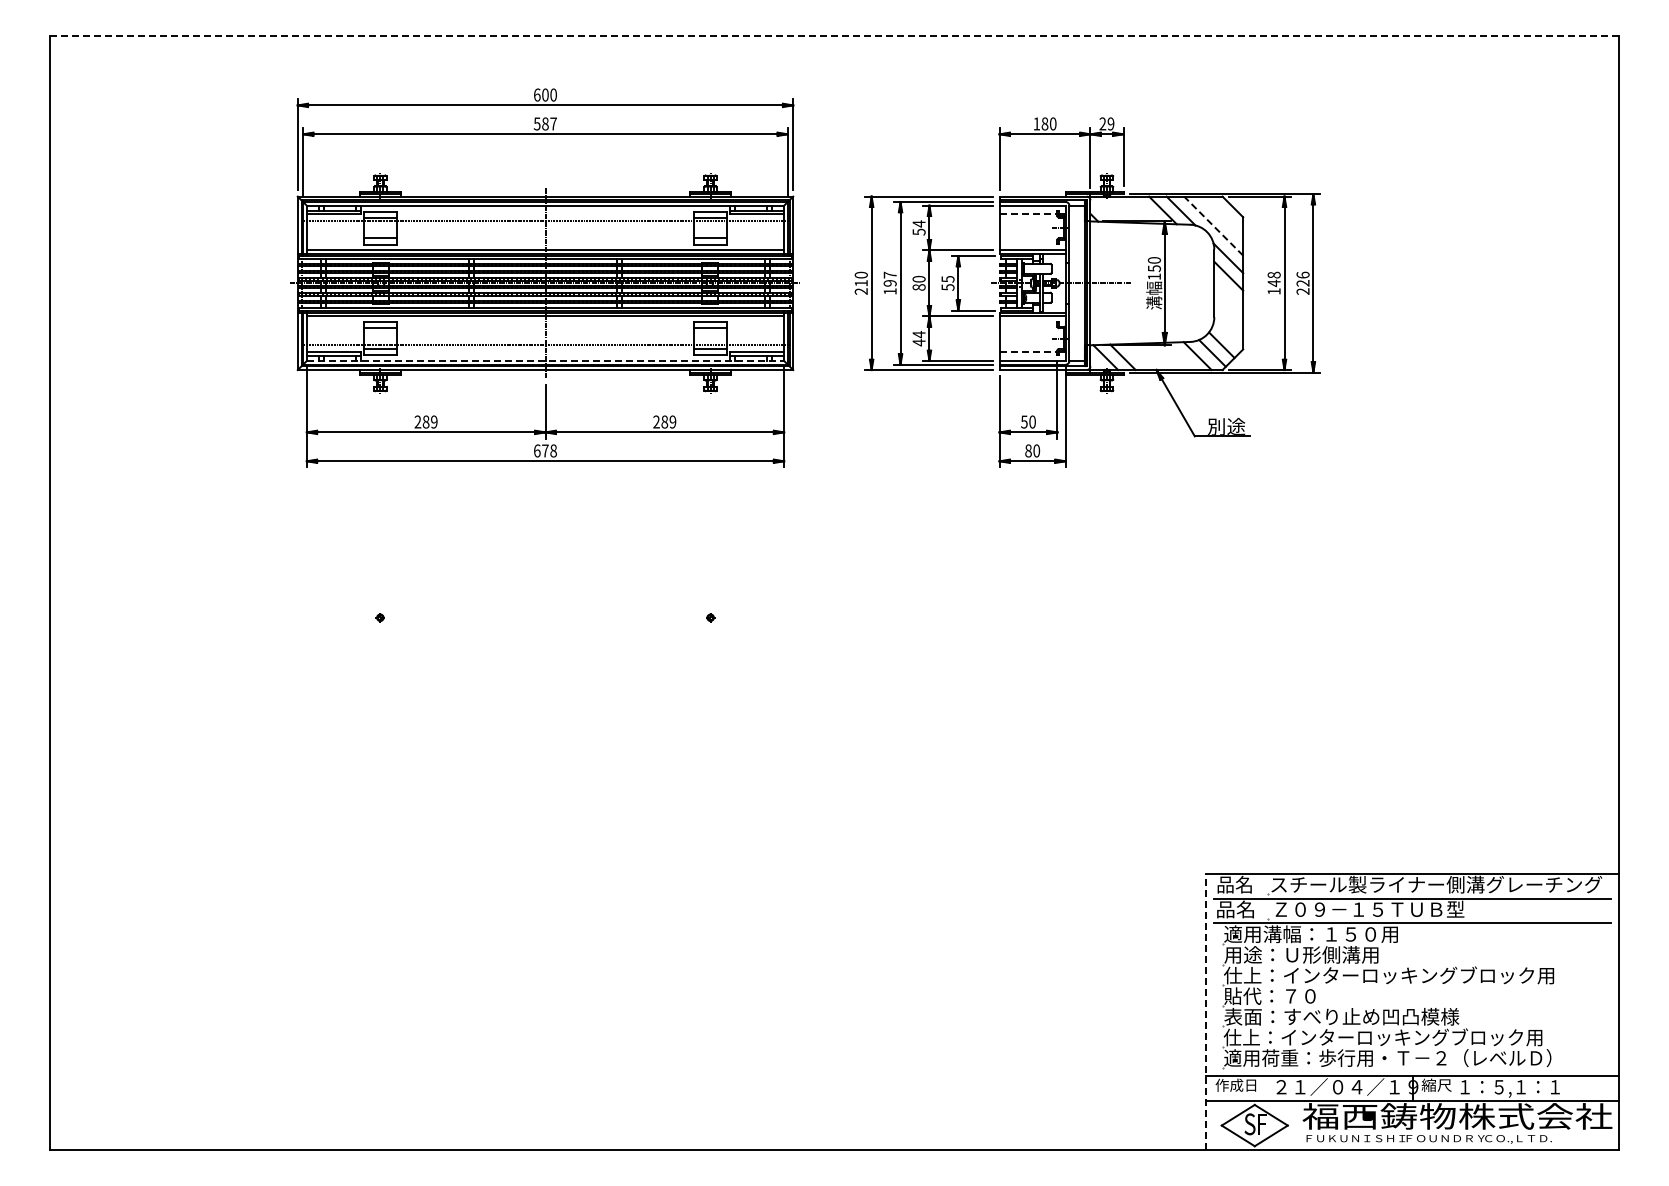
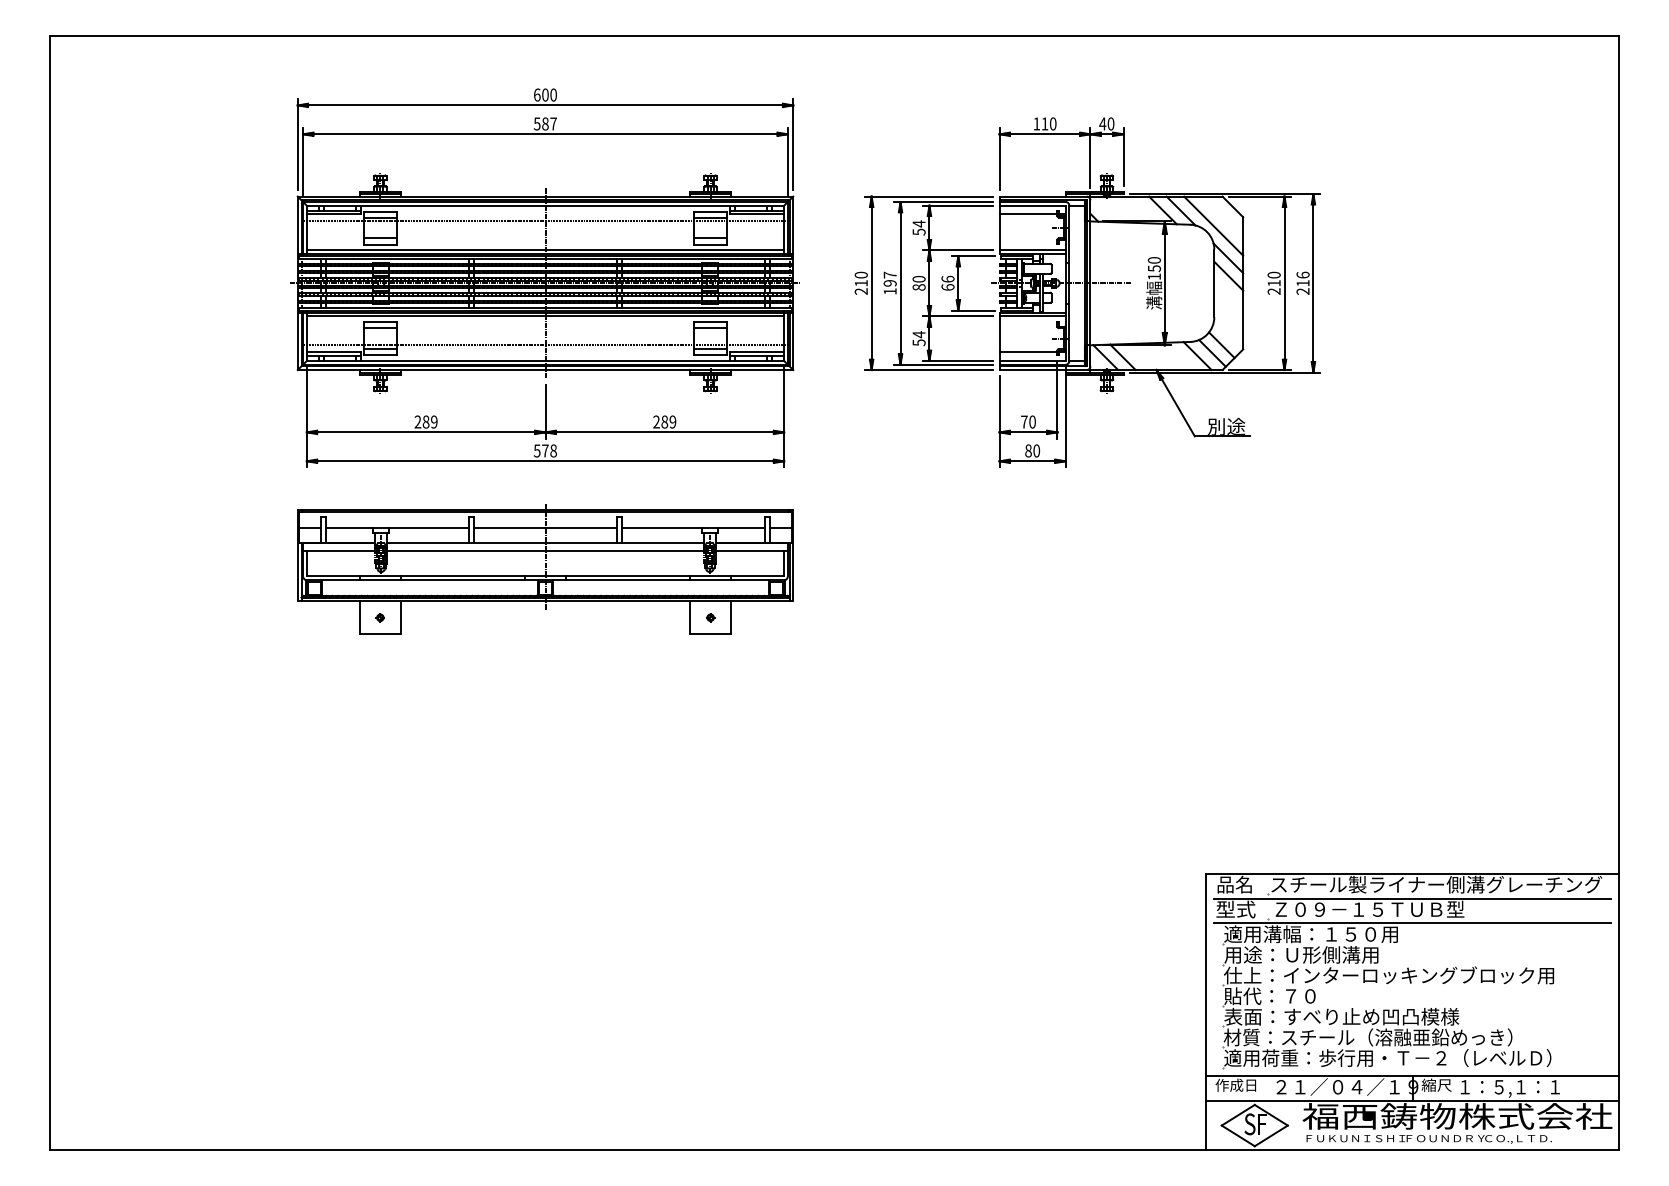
line at (834, 35): dashed -> solid
text at (1044, 123): 180 -> 110
text at (1106, 123): 29 -> 40
line at (1028, 214): dashed -> solid
line at (1213, 226): dashed -> solid
text at (947, 282): 55 -> 66
text at (1273, 282): 148 -> 210
text at (1302, 283): 226 -> 216
text at (918, 342): 44 -> 54
line at (1028, 352): dashed -> solid
line at (545, 360): dashed -> solid
text at (1024, 421): 50 -> 70
text at (536, 450): 678 -> 578
part at (545, 569): none -> present
text at (1235, 909): 品名 -> 型式
line at (1206, 1011): dashed -> solid
text at (1382, 1037): 仕上：インターロッキングブロック用 -> 材質：スチール（溶融亜鉛めっき）
